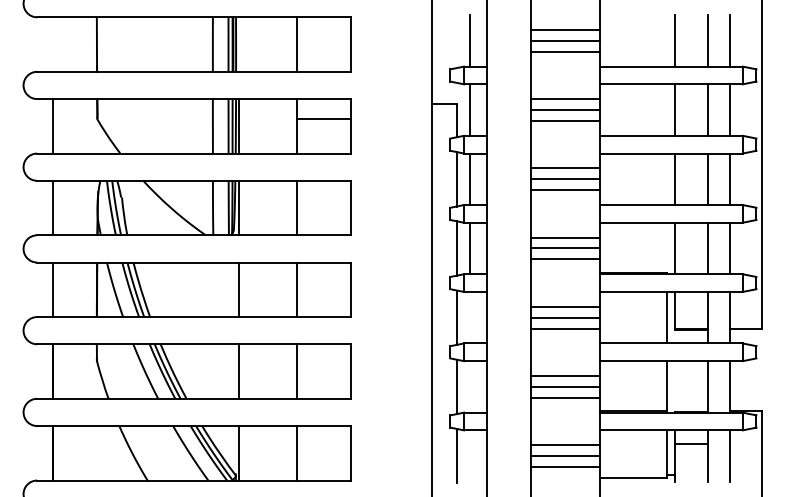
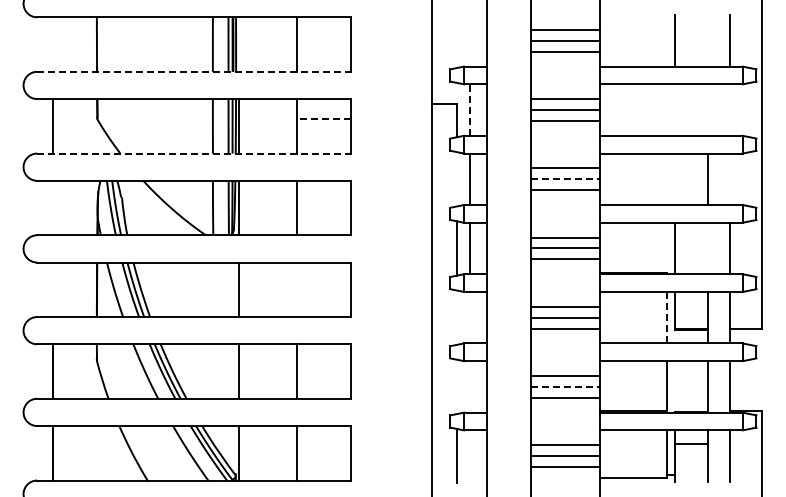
line at (469, 40): present -> none
line at (707, 40): present -> none
line at (193, 71): solid -> dashed
line at (675, 109): present -> none
line at (707, 109): present -> none
line at (729, 109): present -> none
line at (469, 110): solid -> dashed
line at (323, 119): solid -> dashed
line at (193, 153): solid -> dashed
line at (456, 179): present -> none
line at (565, 179): solid -> dashed
line at (675, 179): present -> none
line at (729, 179): present -> none
line at (53, 207): present -> none
line at (707, 248): present -> none
line at (53, 289): present -> none
line at (297, 289): present -> none
line at (456, 317): present -> none
line at (667, 317): solid -> dashed
line at (456, 386): present -> none
line at (565, 386): solid -> dashed
